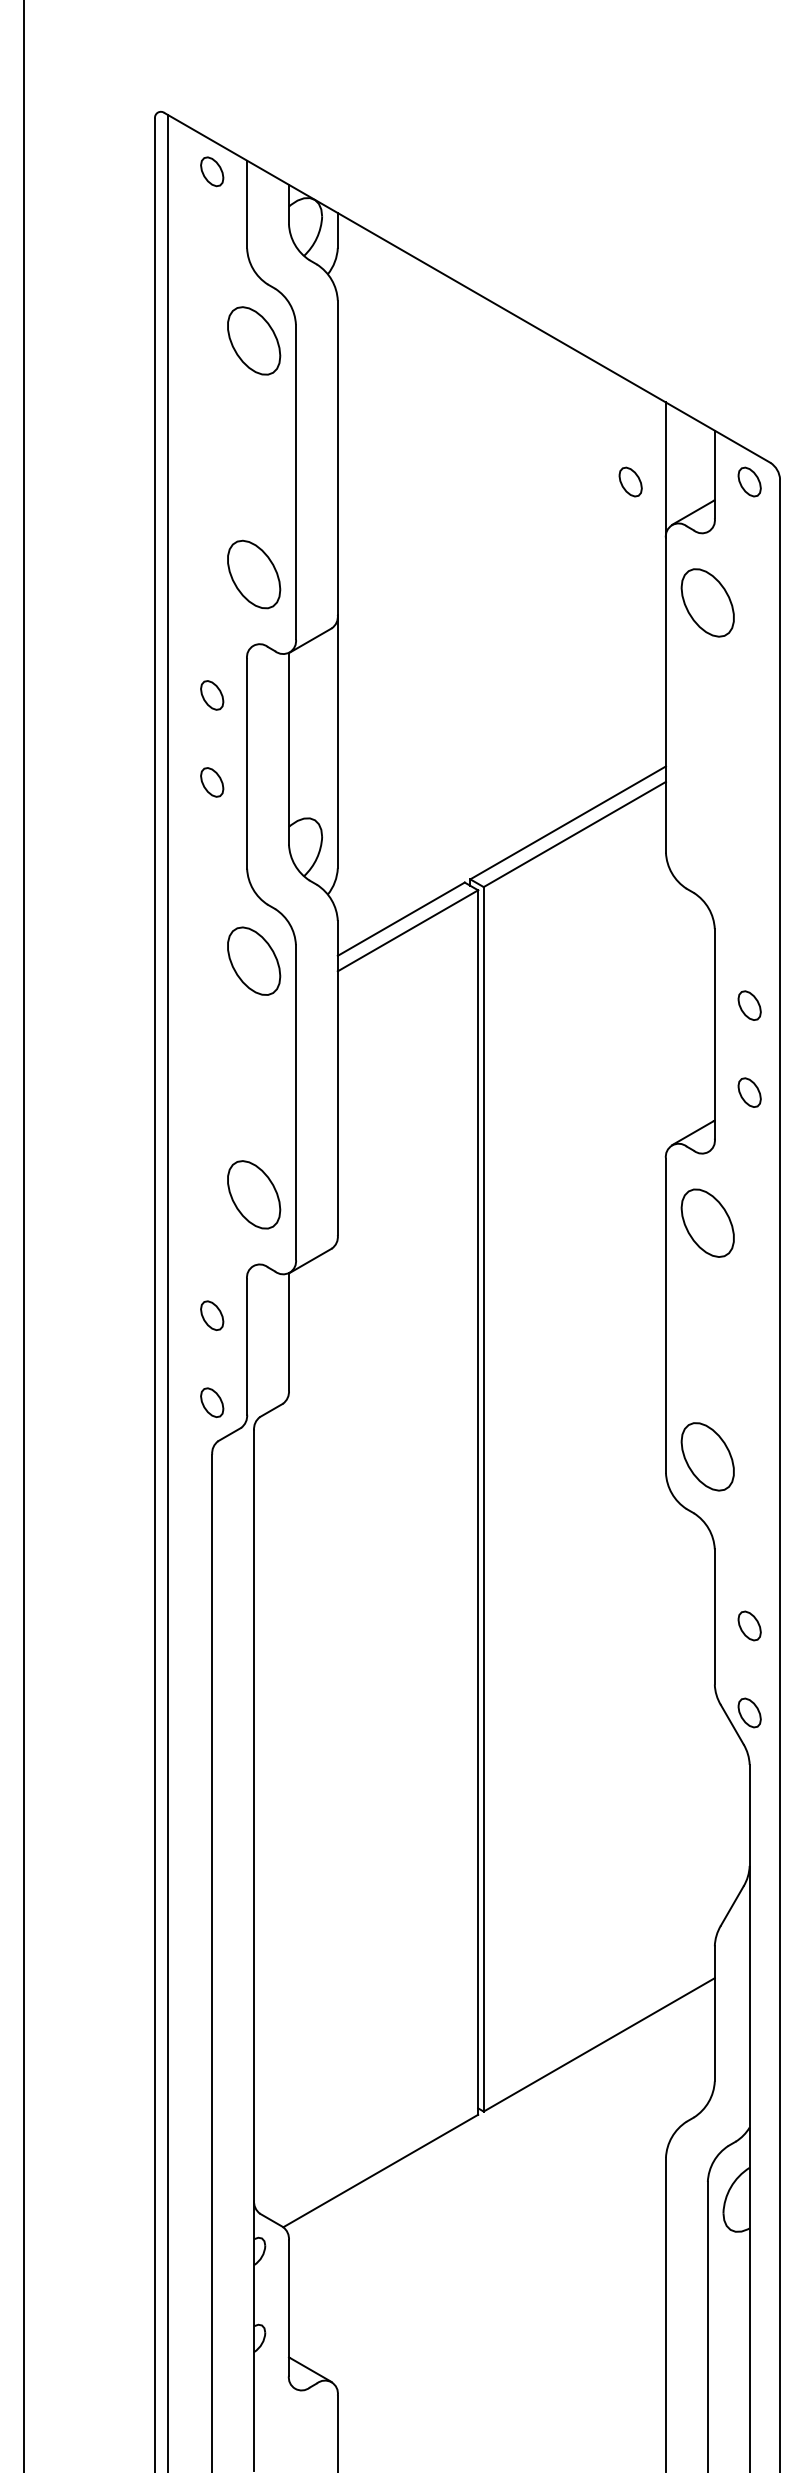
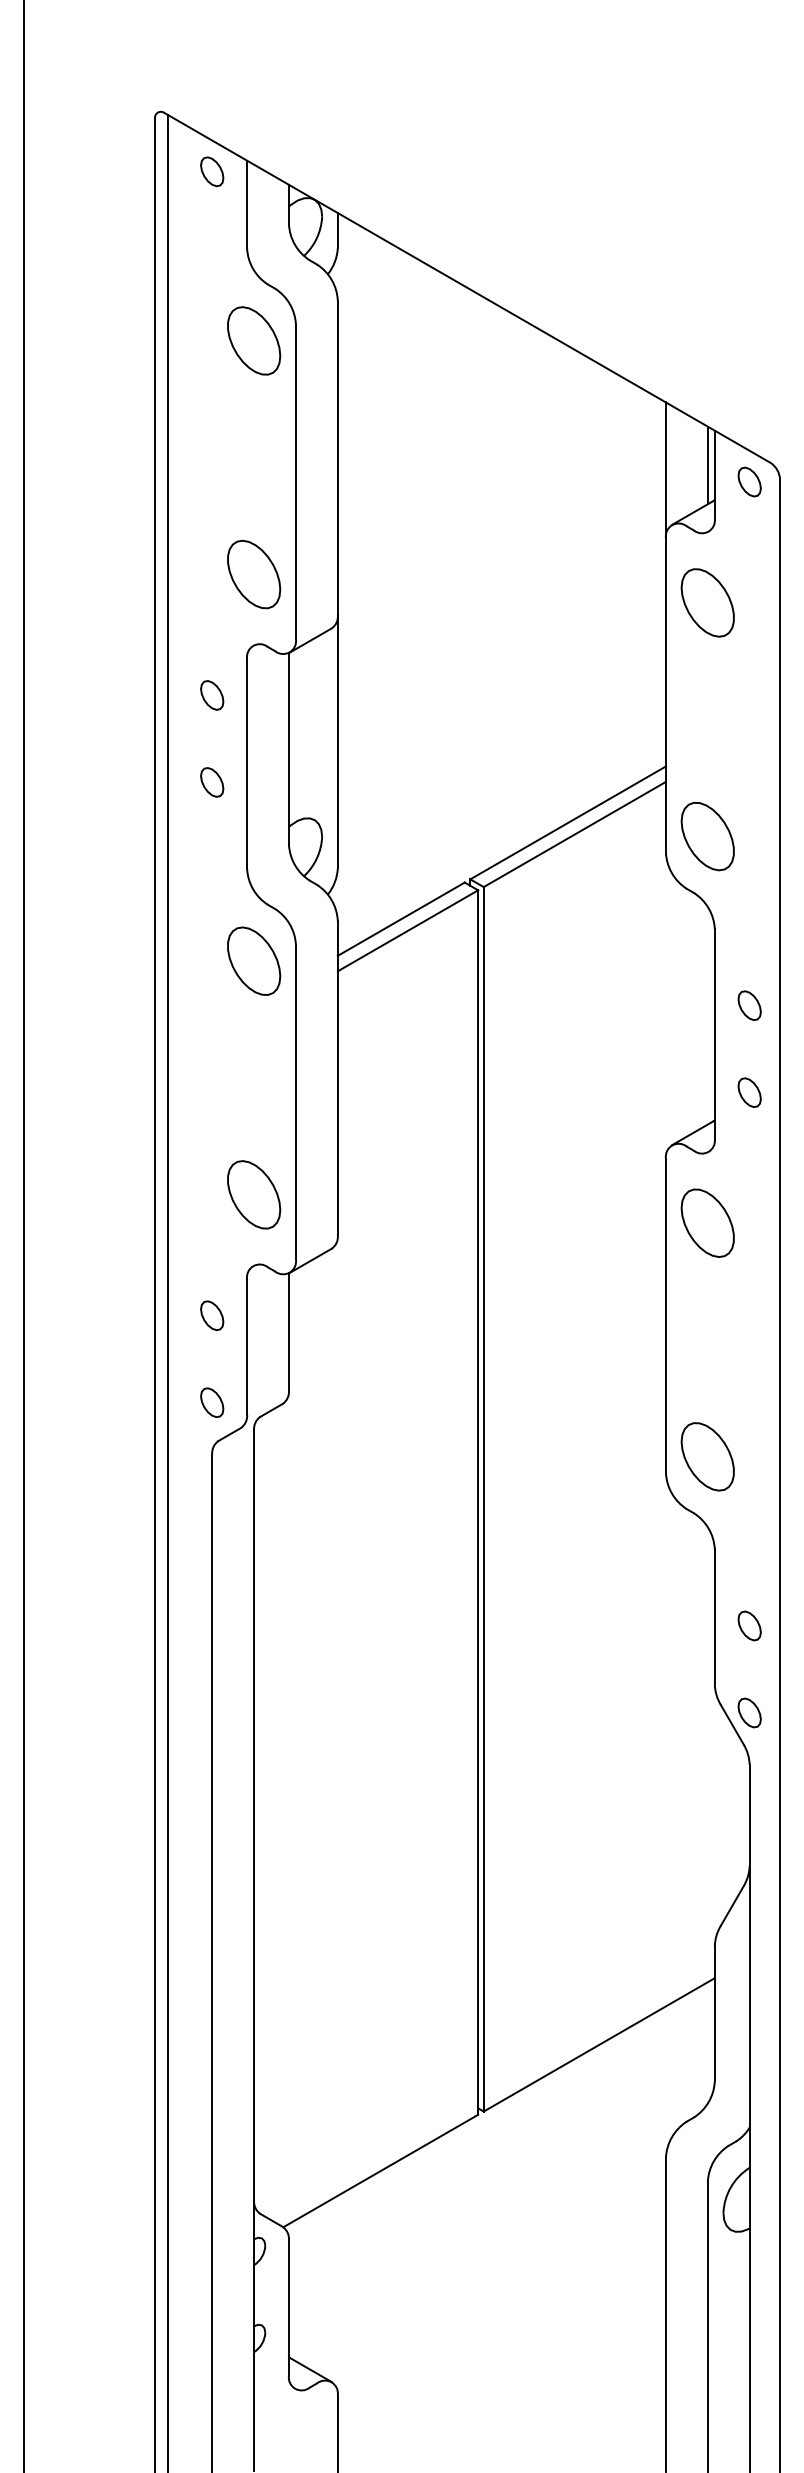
line at (707, 465): none -> present
part at (630, 481): present -> none
part at (707, 836): none -> present
